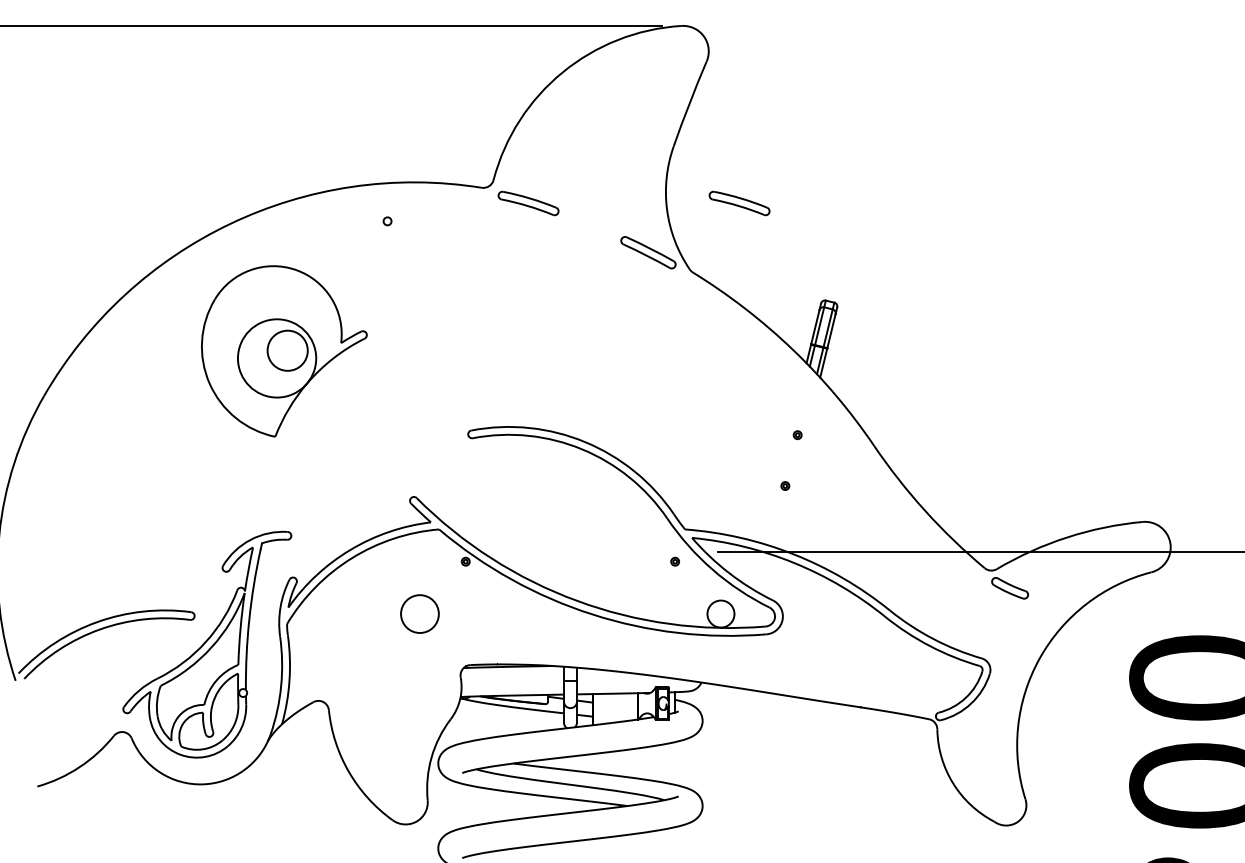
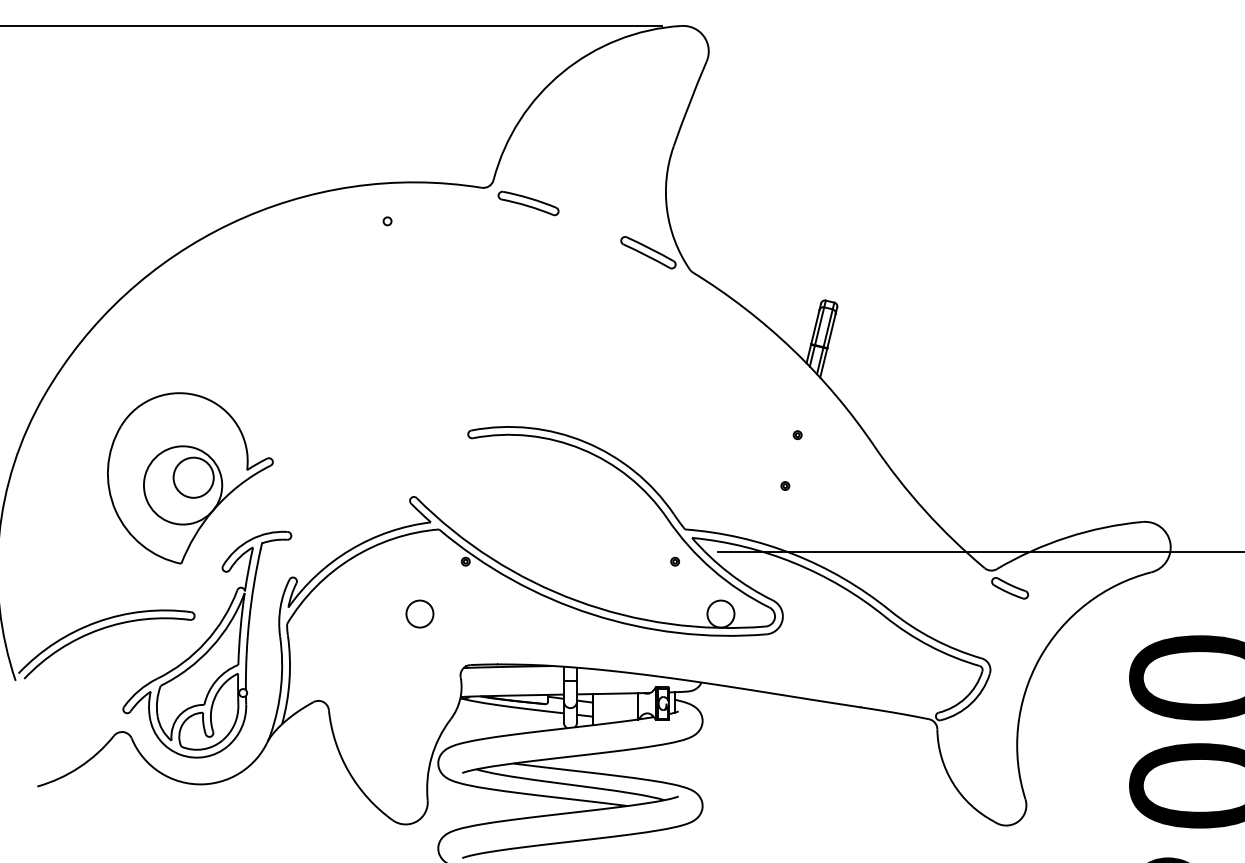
part at (739, 203): present -> none
part at (284, 351) position: (284, 351) -> (190, 478)
circle at (419, 613) diameter: 38 px -> 27 px
